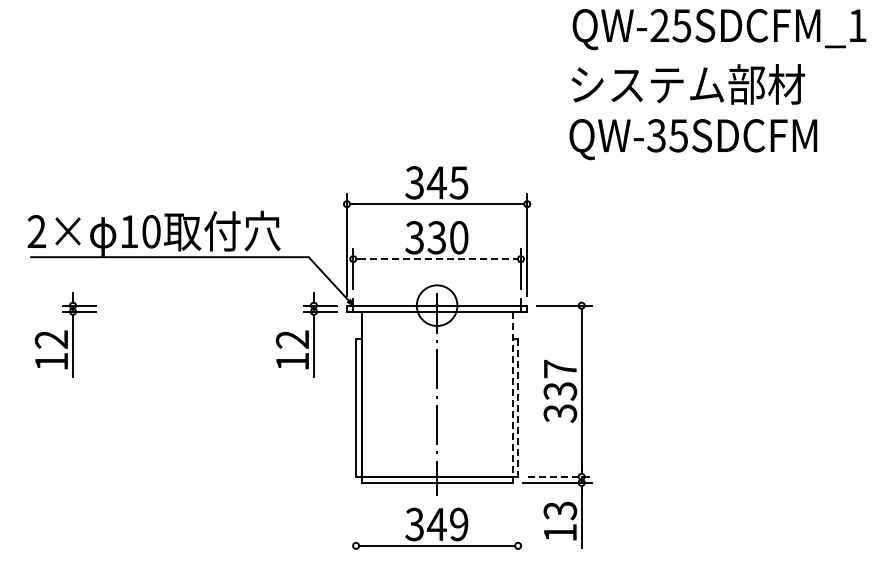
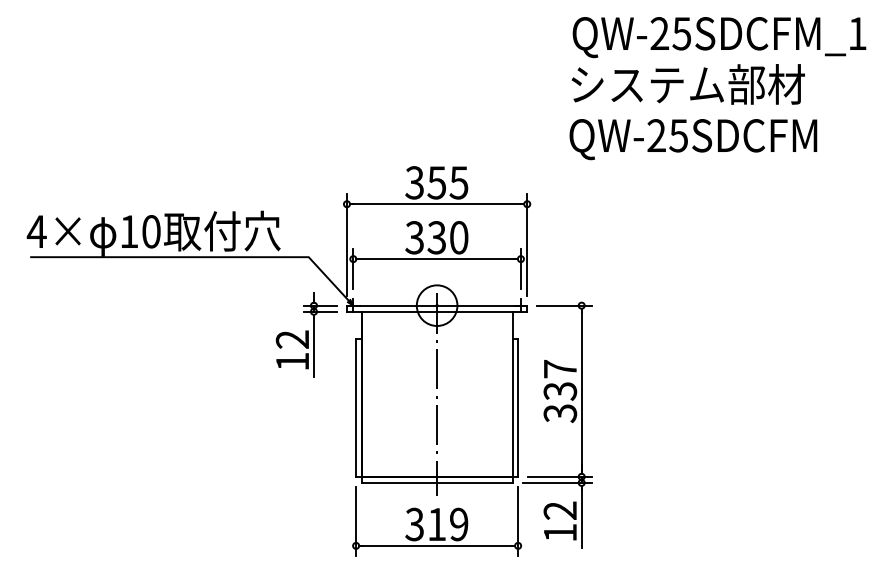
text at (719, 29) position: (719, 29) -> (719, 37)
text at (656, 135): QW-35SDCFM -> QW-25SDCFM
text at (436, 182): 345 -> 355
text at (36, 231): 2× -> 4×
line at (437, 259): dashed -> solid
part at (65, 334): present -> none
line at (512, 397): dashed -> solid
line at (518, 408): dashed -> solid
line at (560, 476): dashed -> solid
text at (560, 510): 13 -> 12
line at (356, 521): none -> present
line at (518, 521): none -> present
text at (436, 524): 349 -> 319
